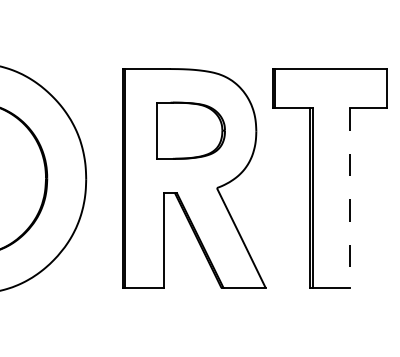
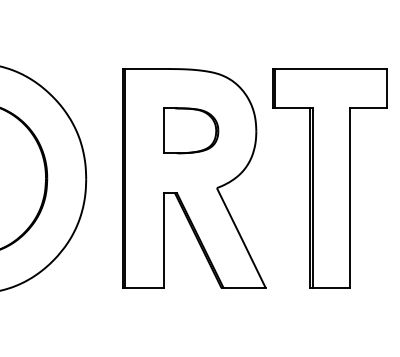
part at (190, 130) size: 70x59 px -> 57x48 px
line at (350, 198): dashed -> solid
